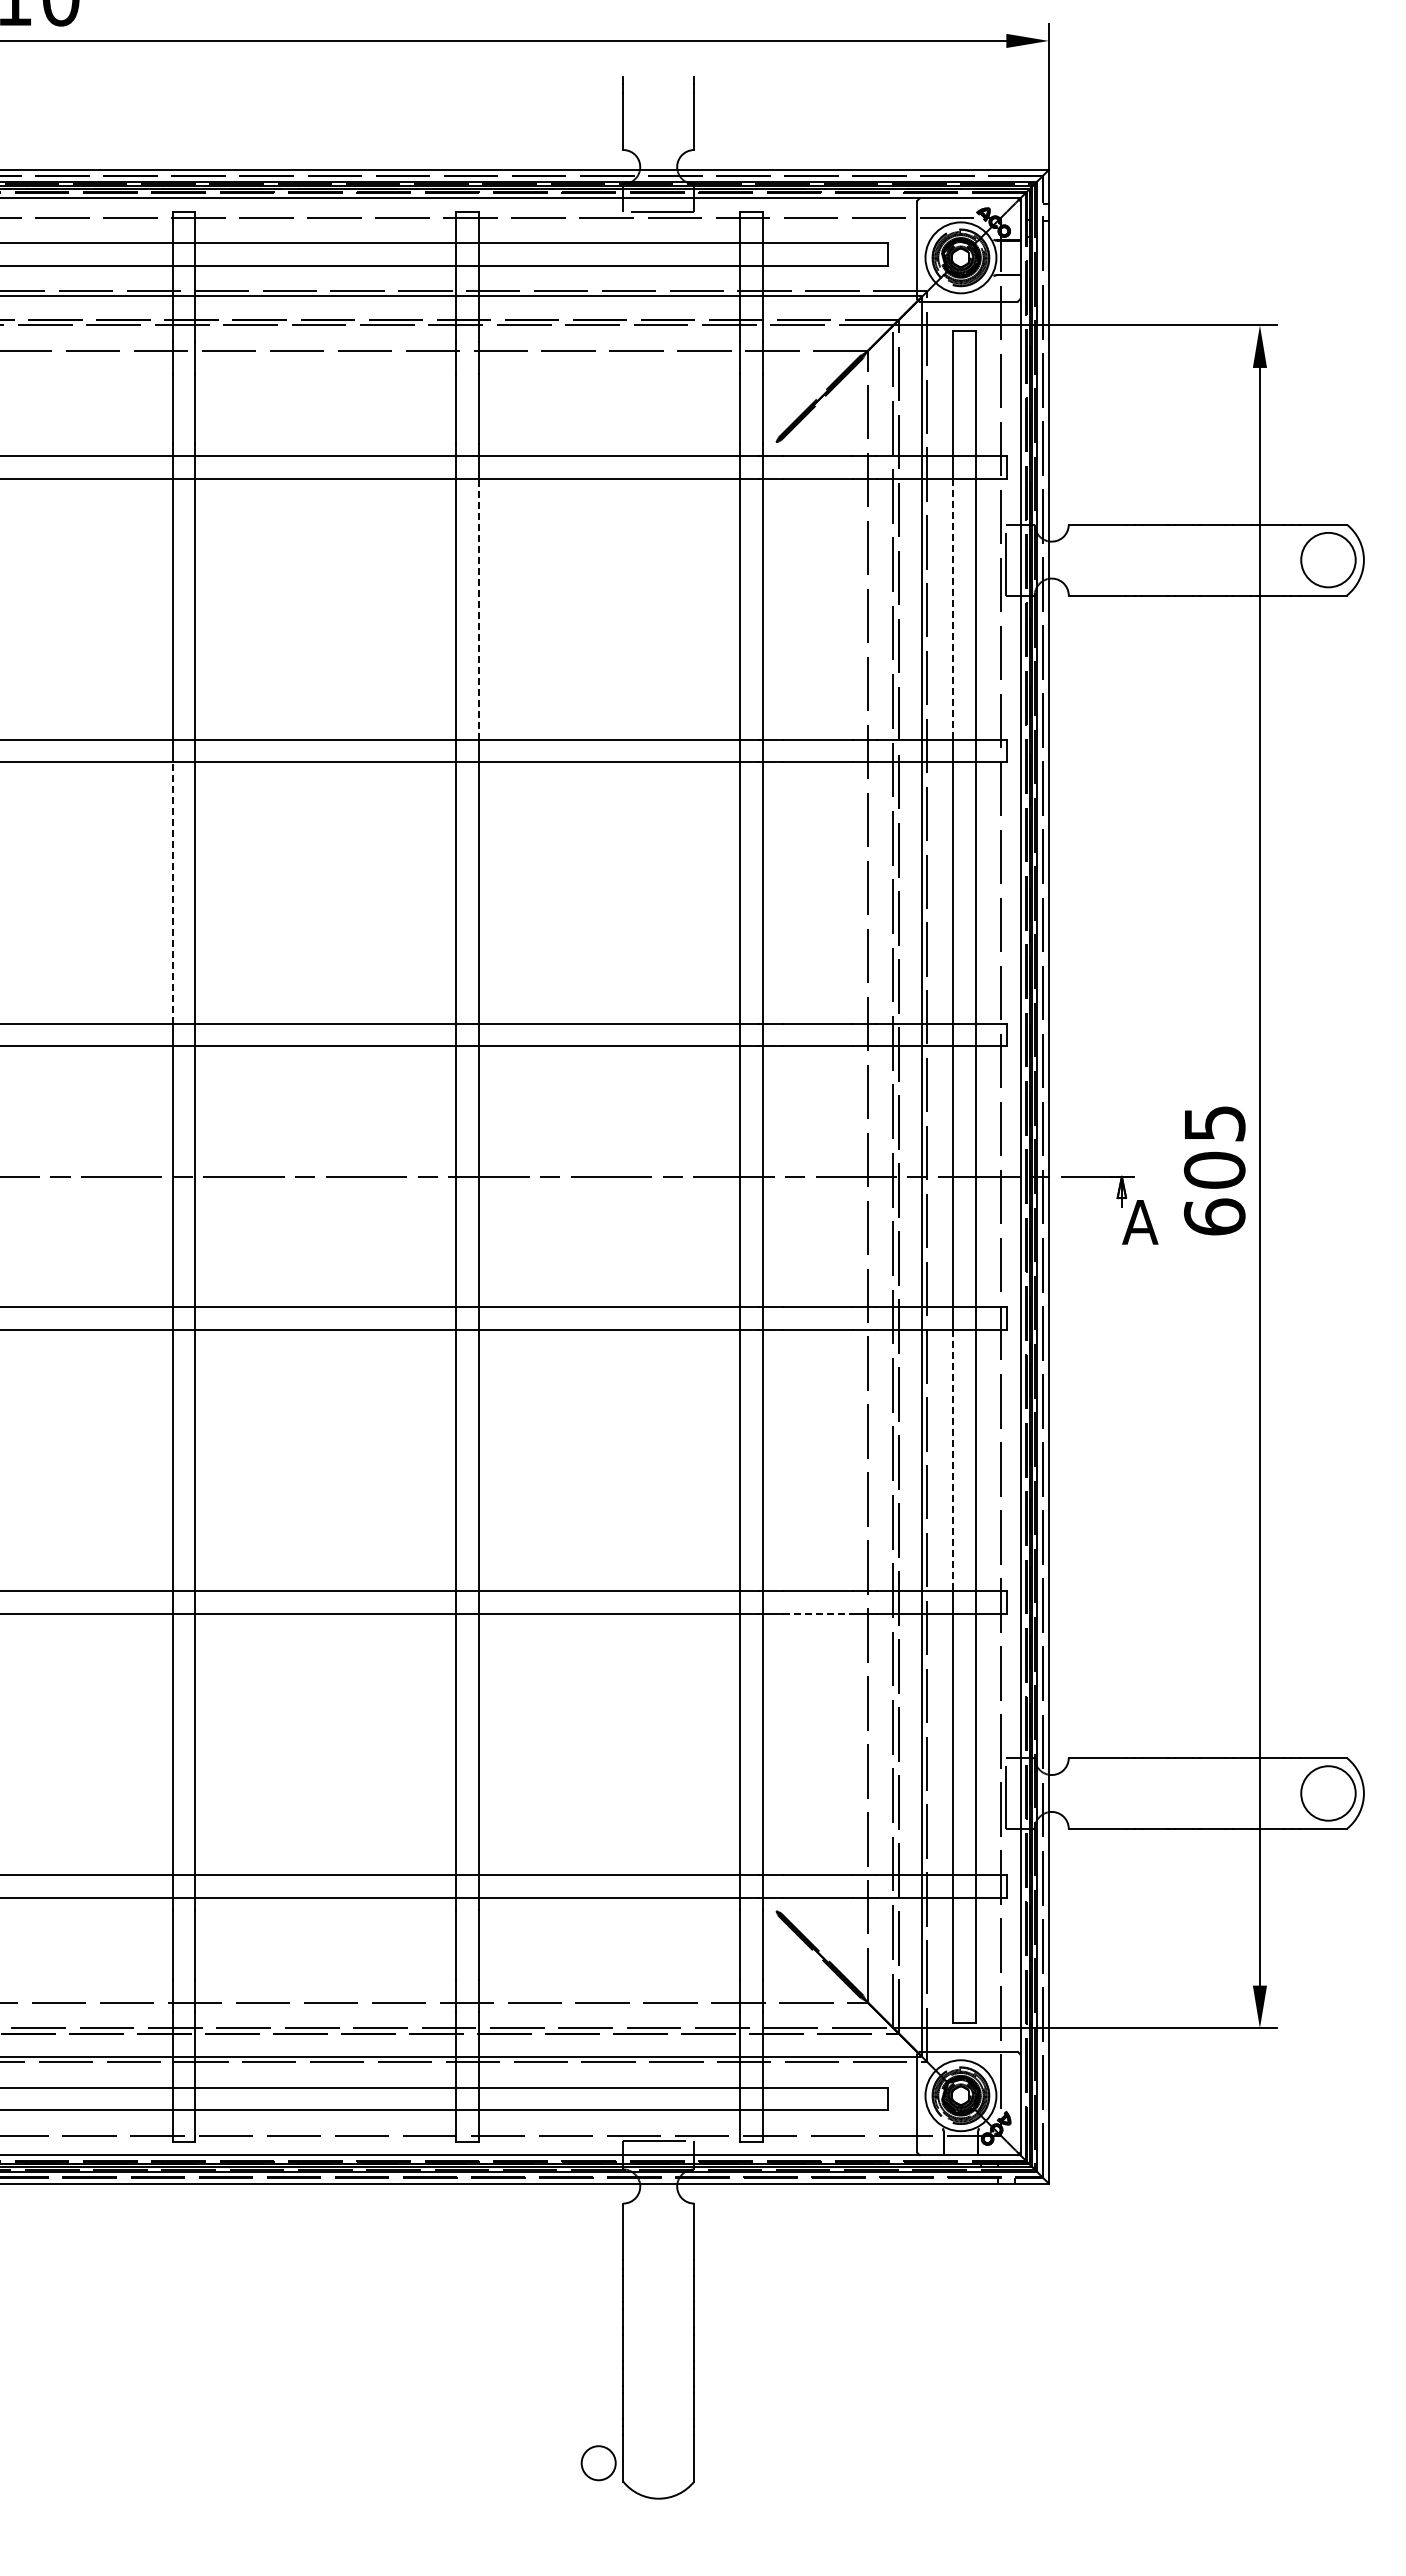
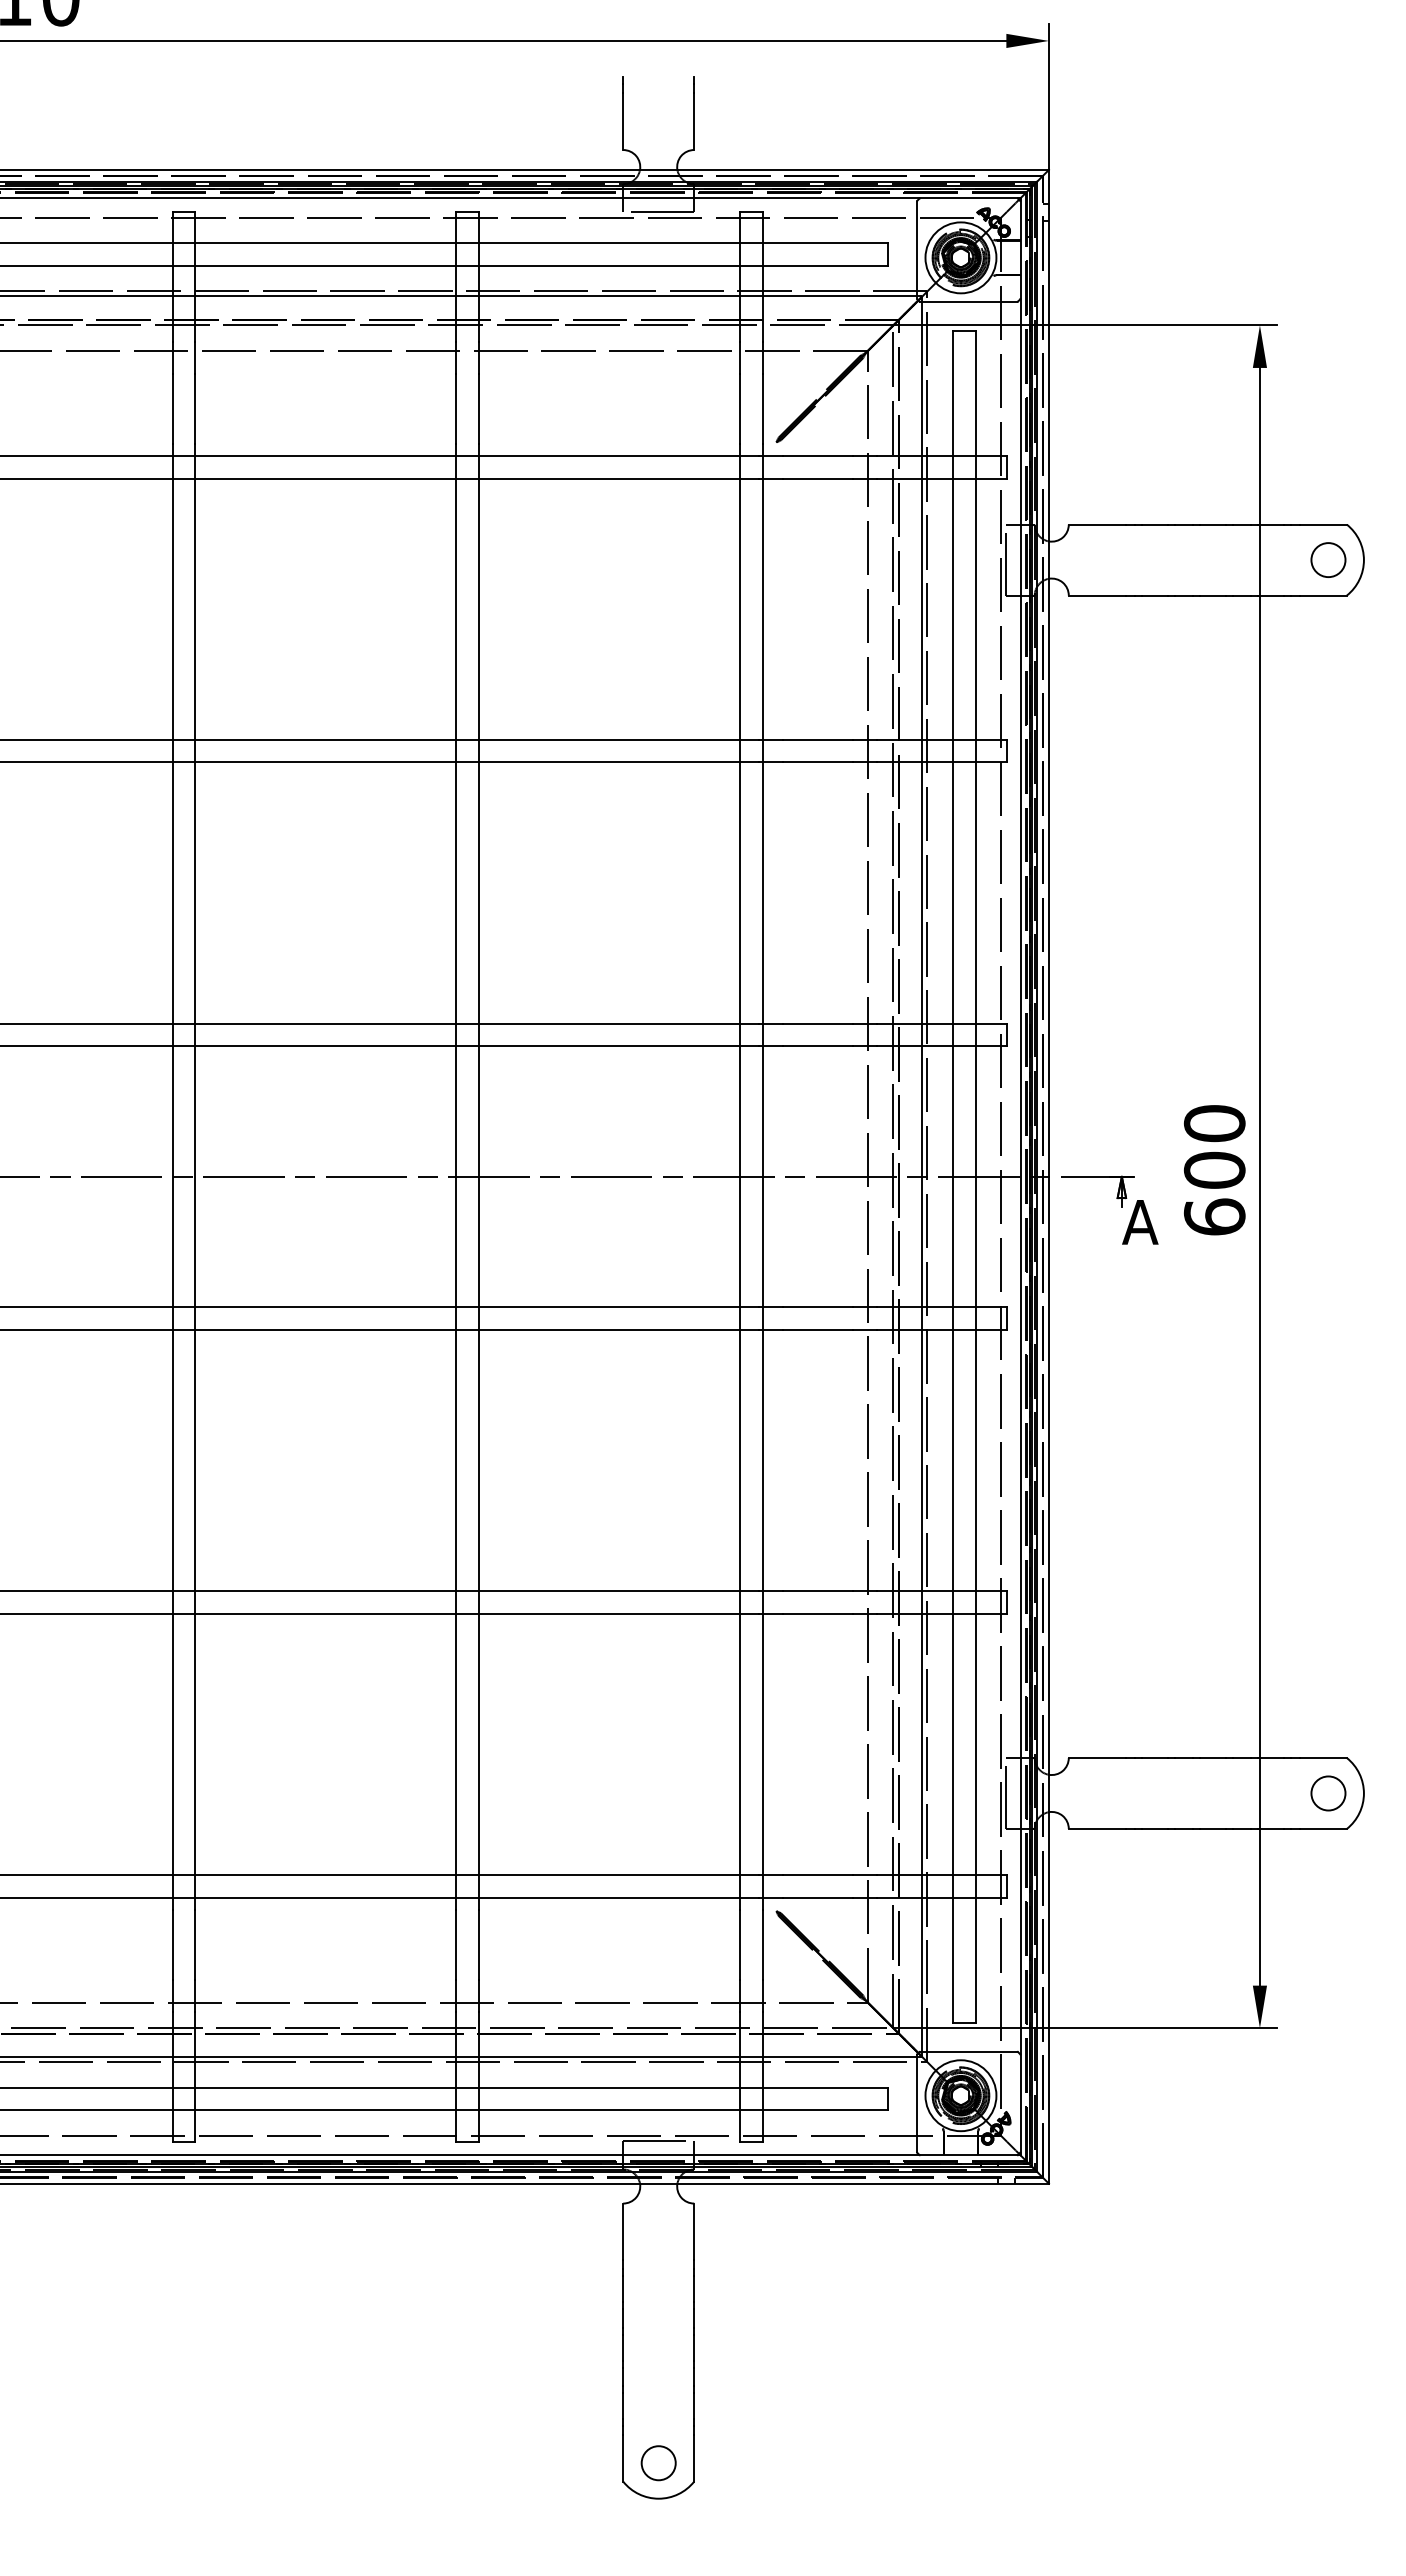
circle at (1328, 559) diameter: 54 px -> 34 px
line at (479, 609): dashed -> solid
line at (953, 609): dashed -> solid
line at (172, 893): dashed -> solid
text at (1214, 1123): 605 -> 600
line at (953, 1460): dashed -> solid
line at (818, 1613): dashed -> solid
circle at (1328, 1793) diameter: 54 px -> 34 px
circle at (598, 2463) position: (598, 2463) -> (658, 2463)
